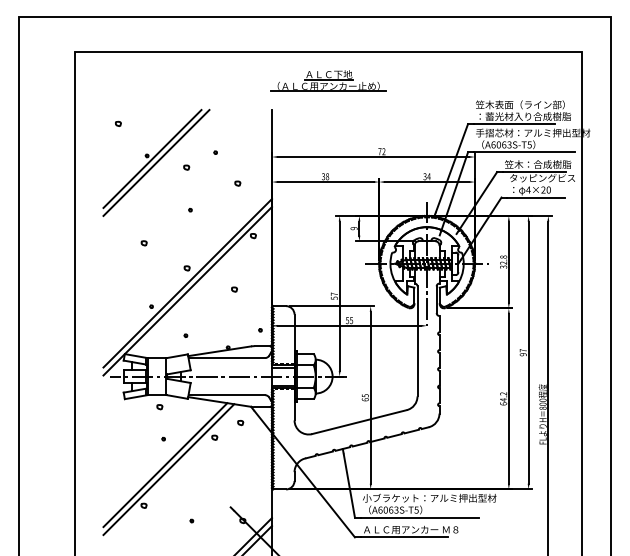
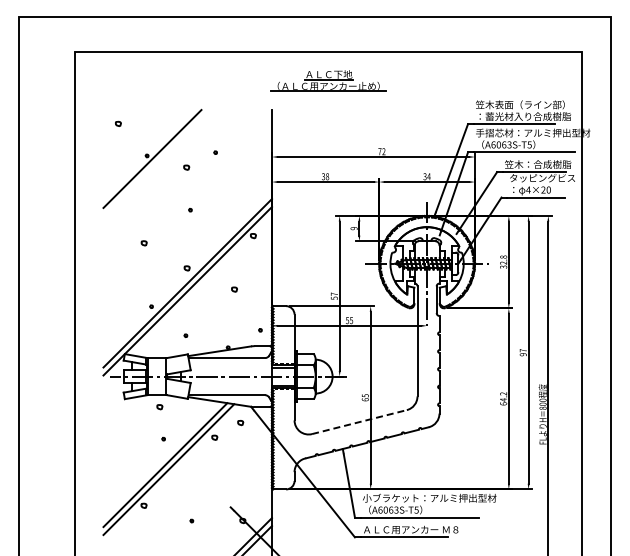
line at (156, 162): present -> none
part at (237, 183): present -> none
line at (359, 422): solid -> dashed
